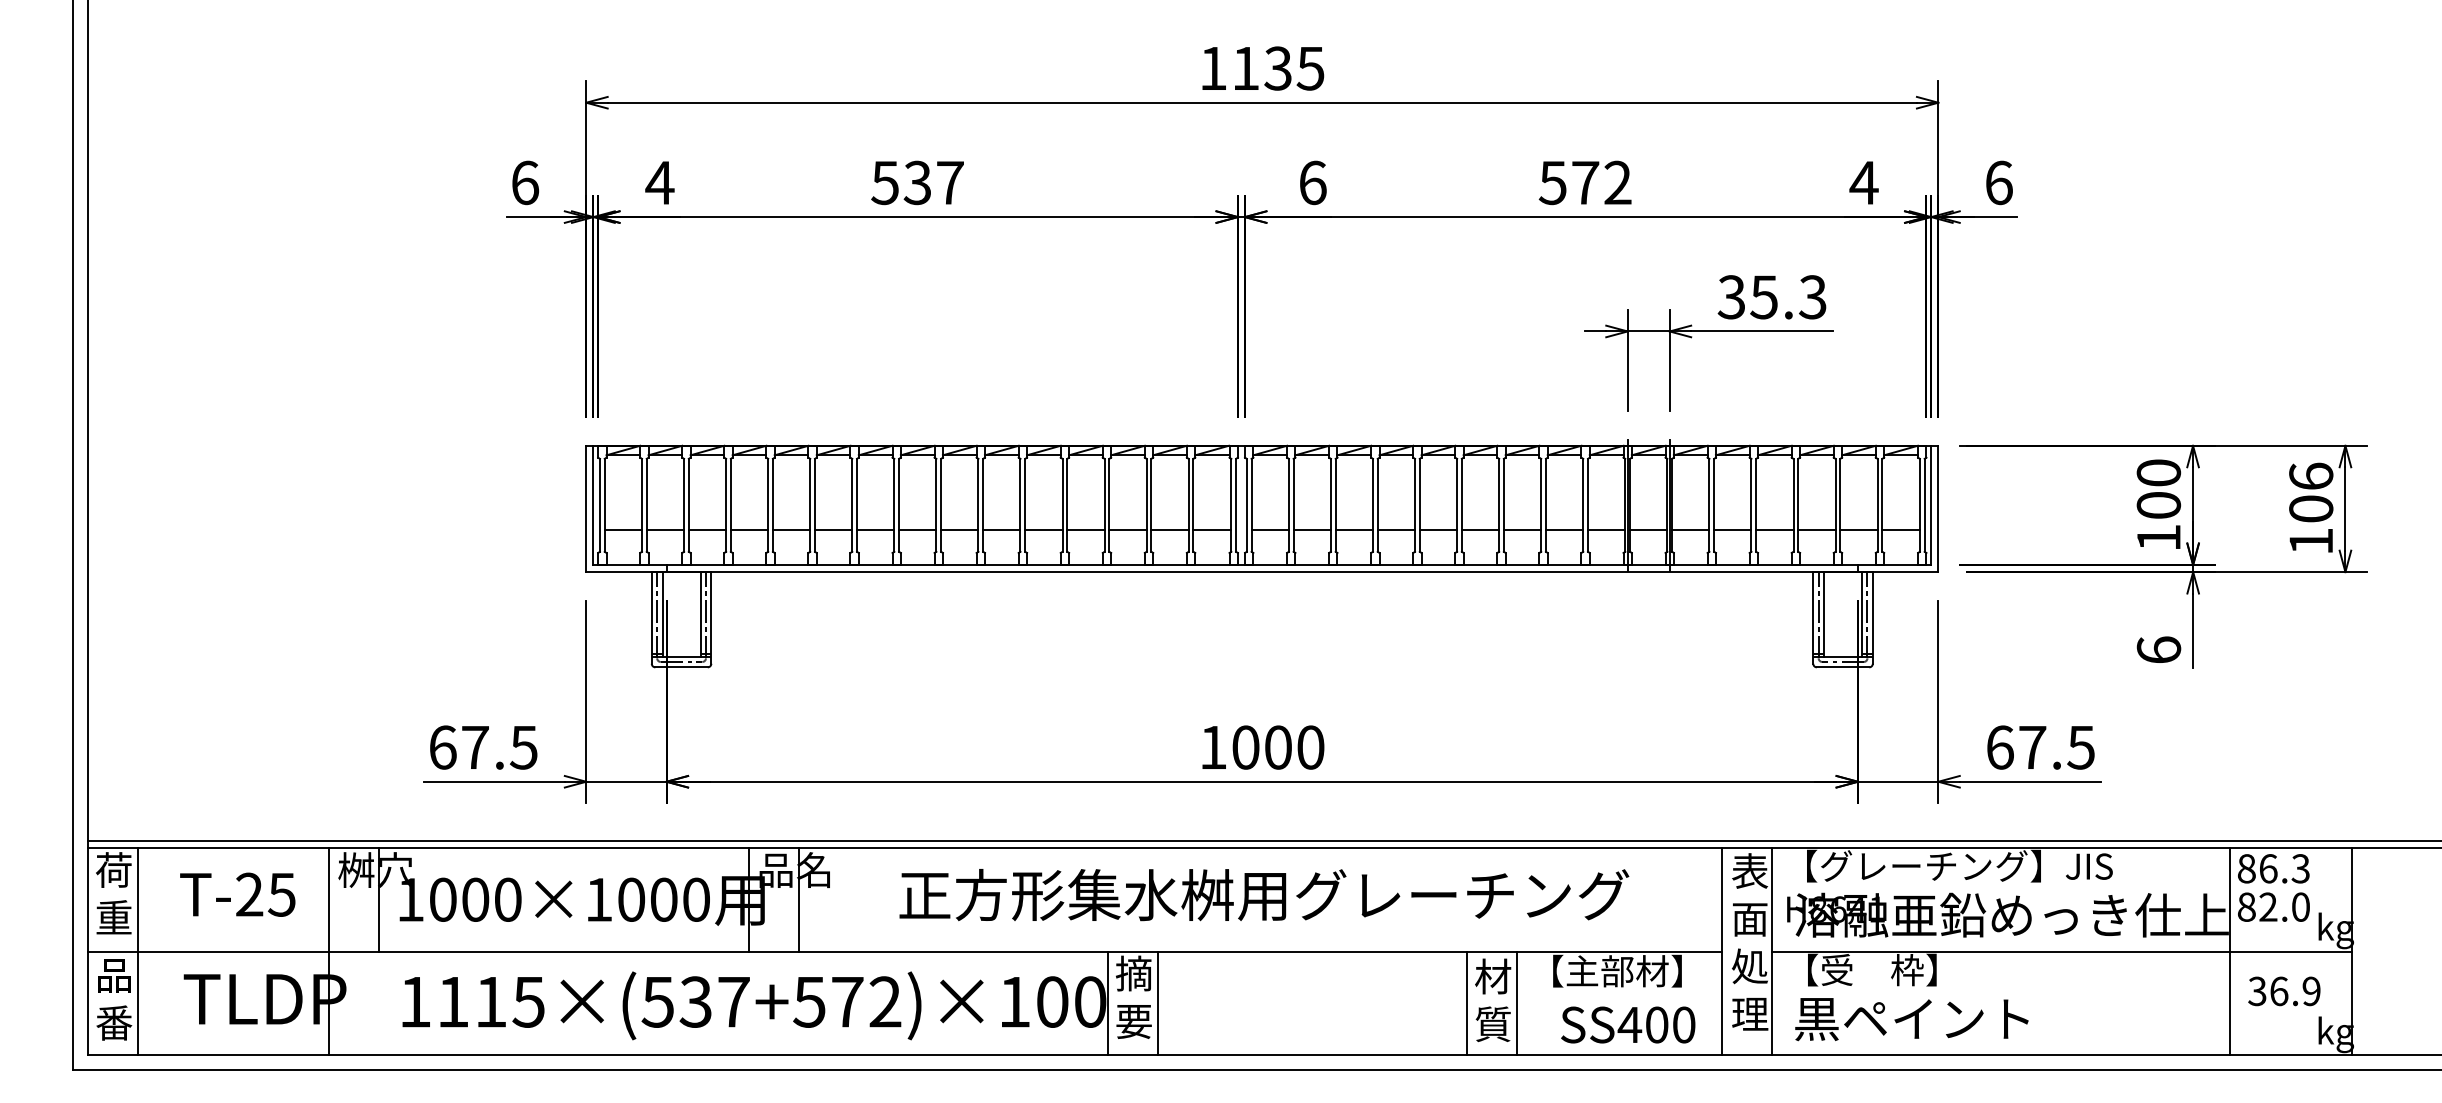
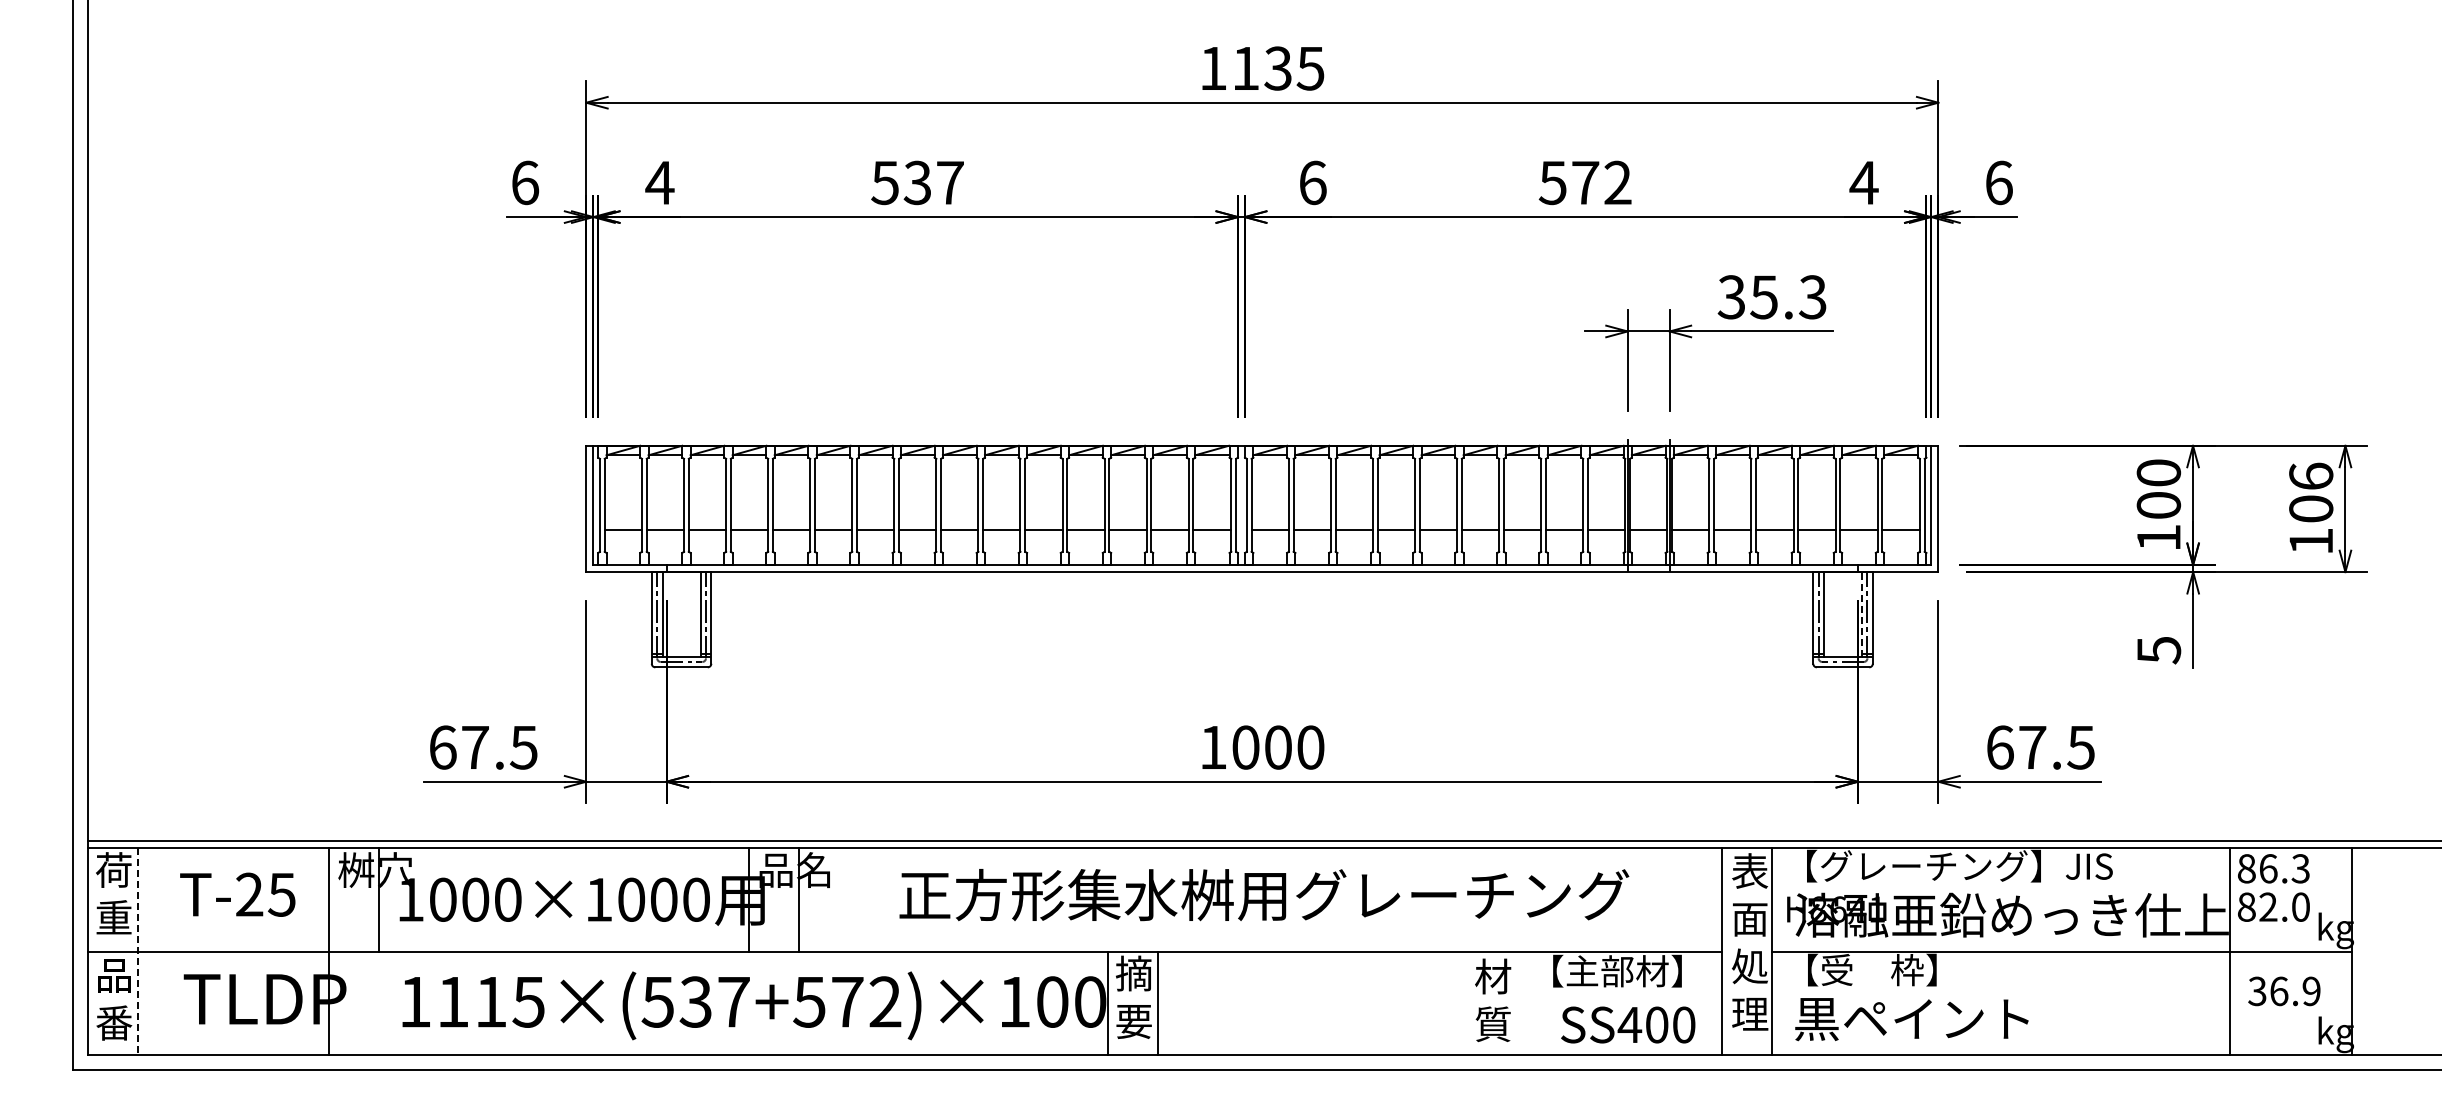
line at (1862, 613): solid -> dashed
text at (2158, 650): 6 -> 5
line at (137, 951): solid -> dashed
line at (1466, 1003): present -> none
line at (1517, 1003): present -> none
